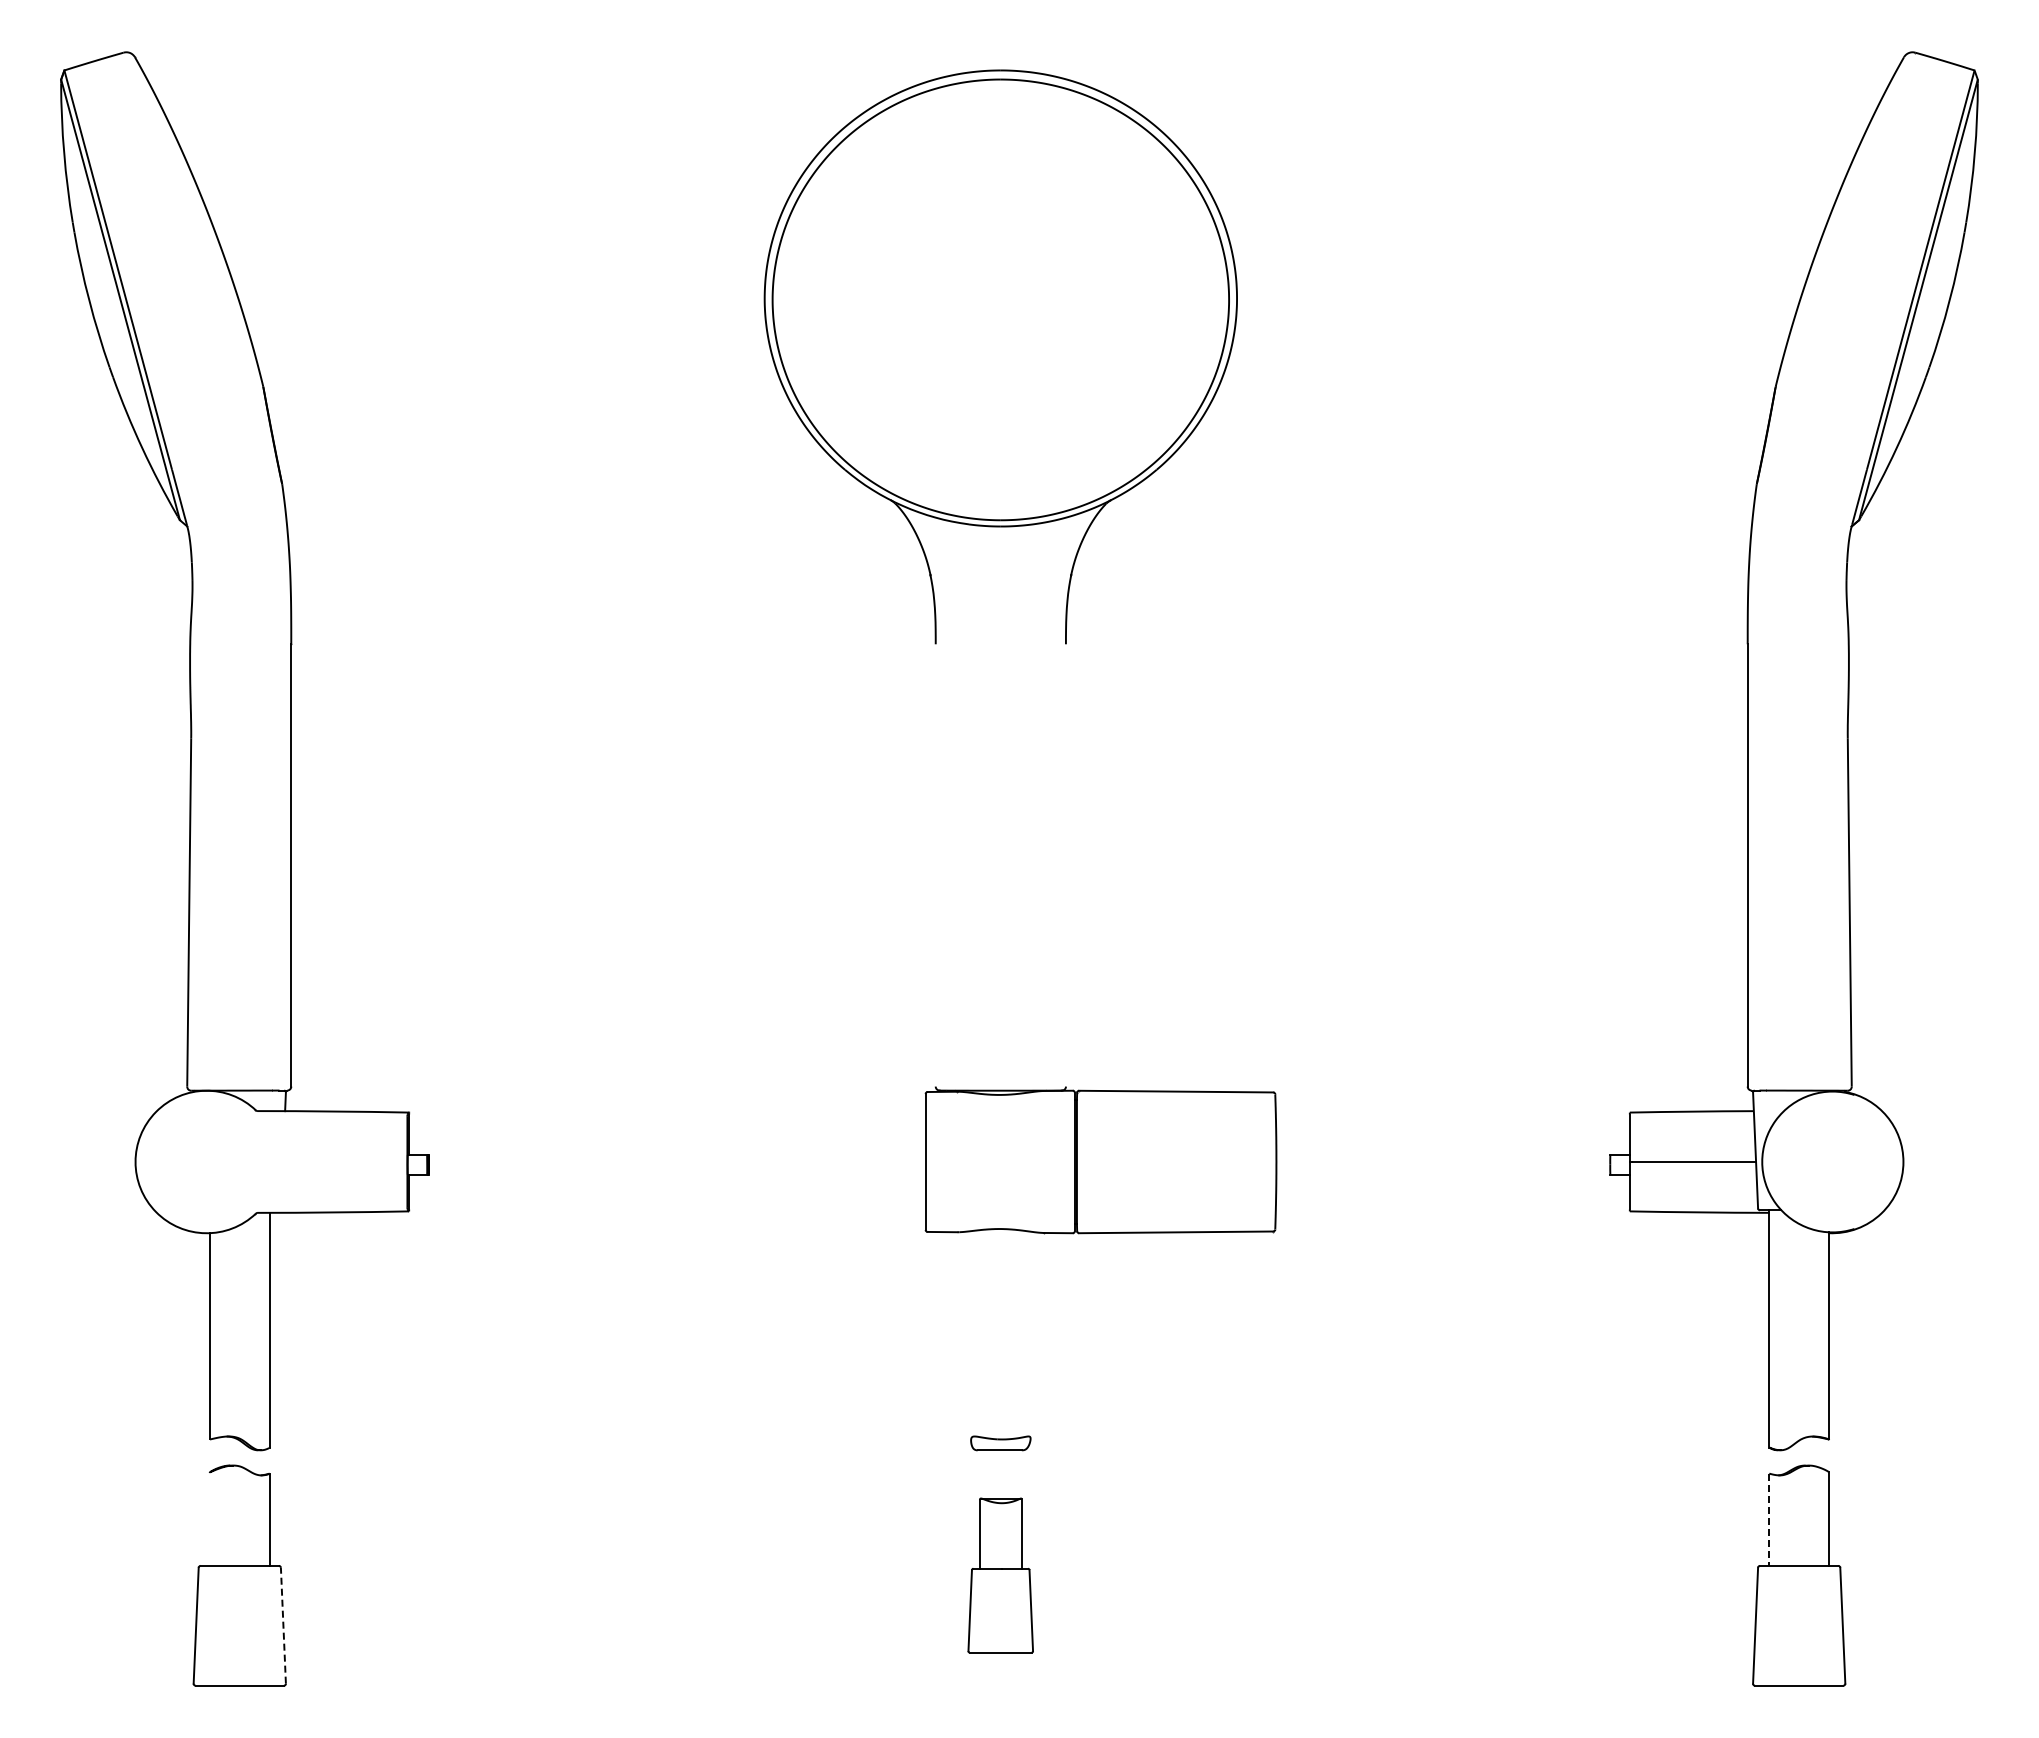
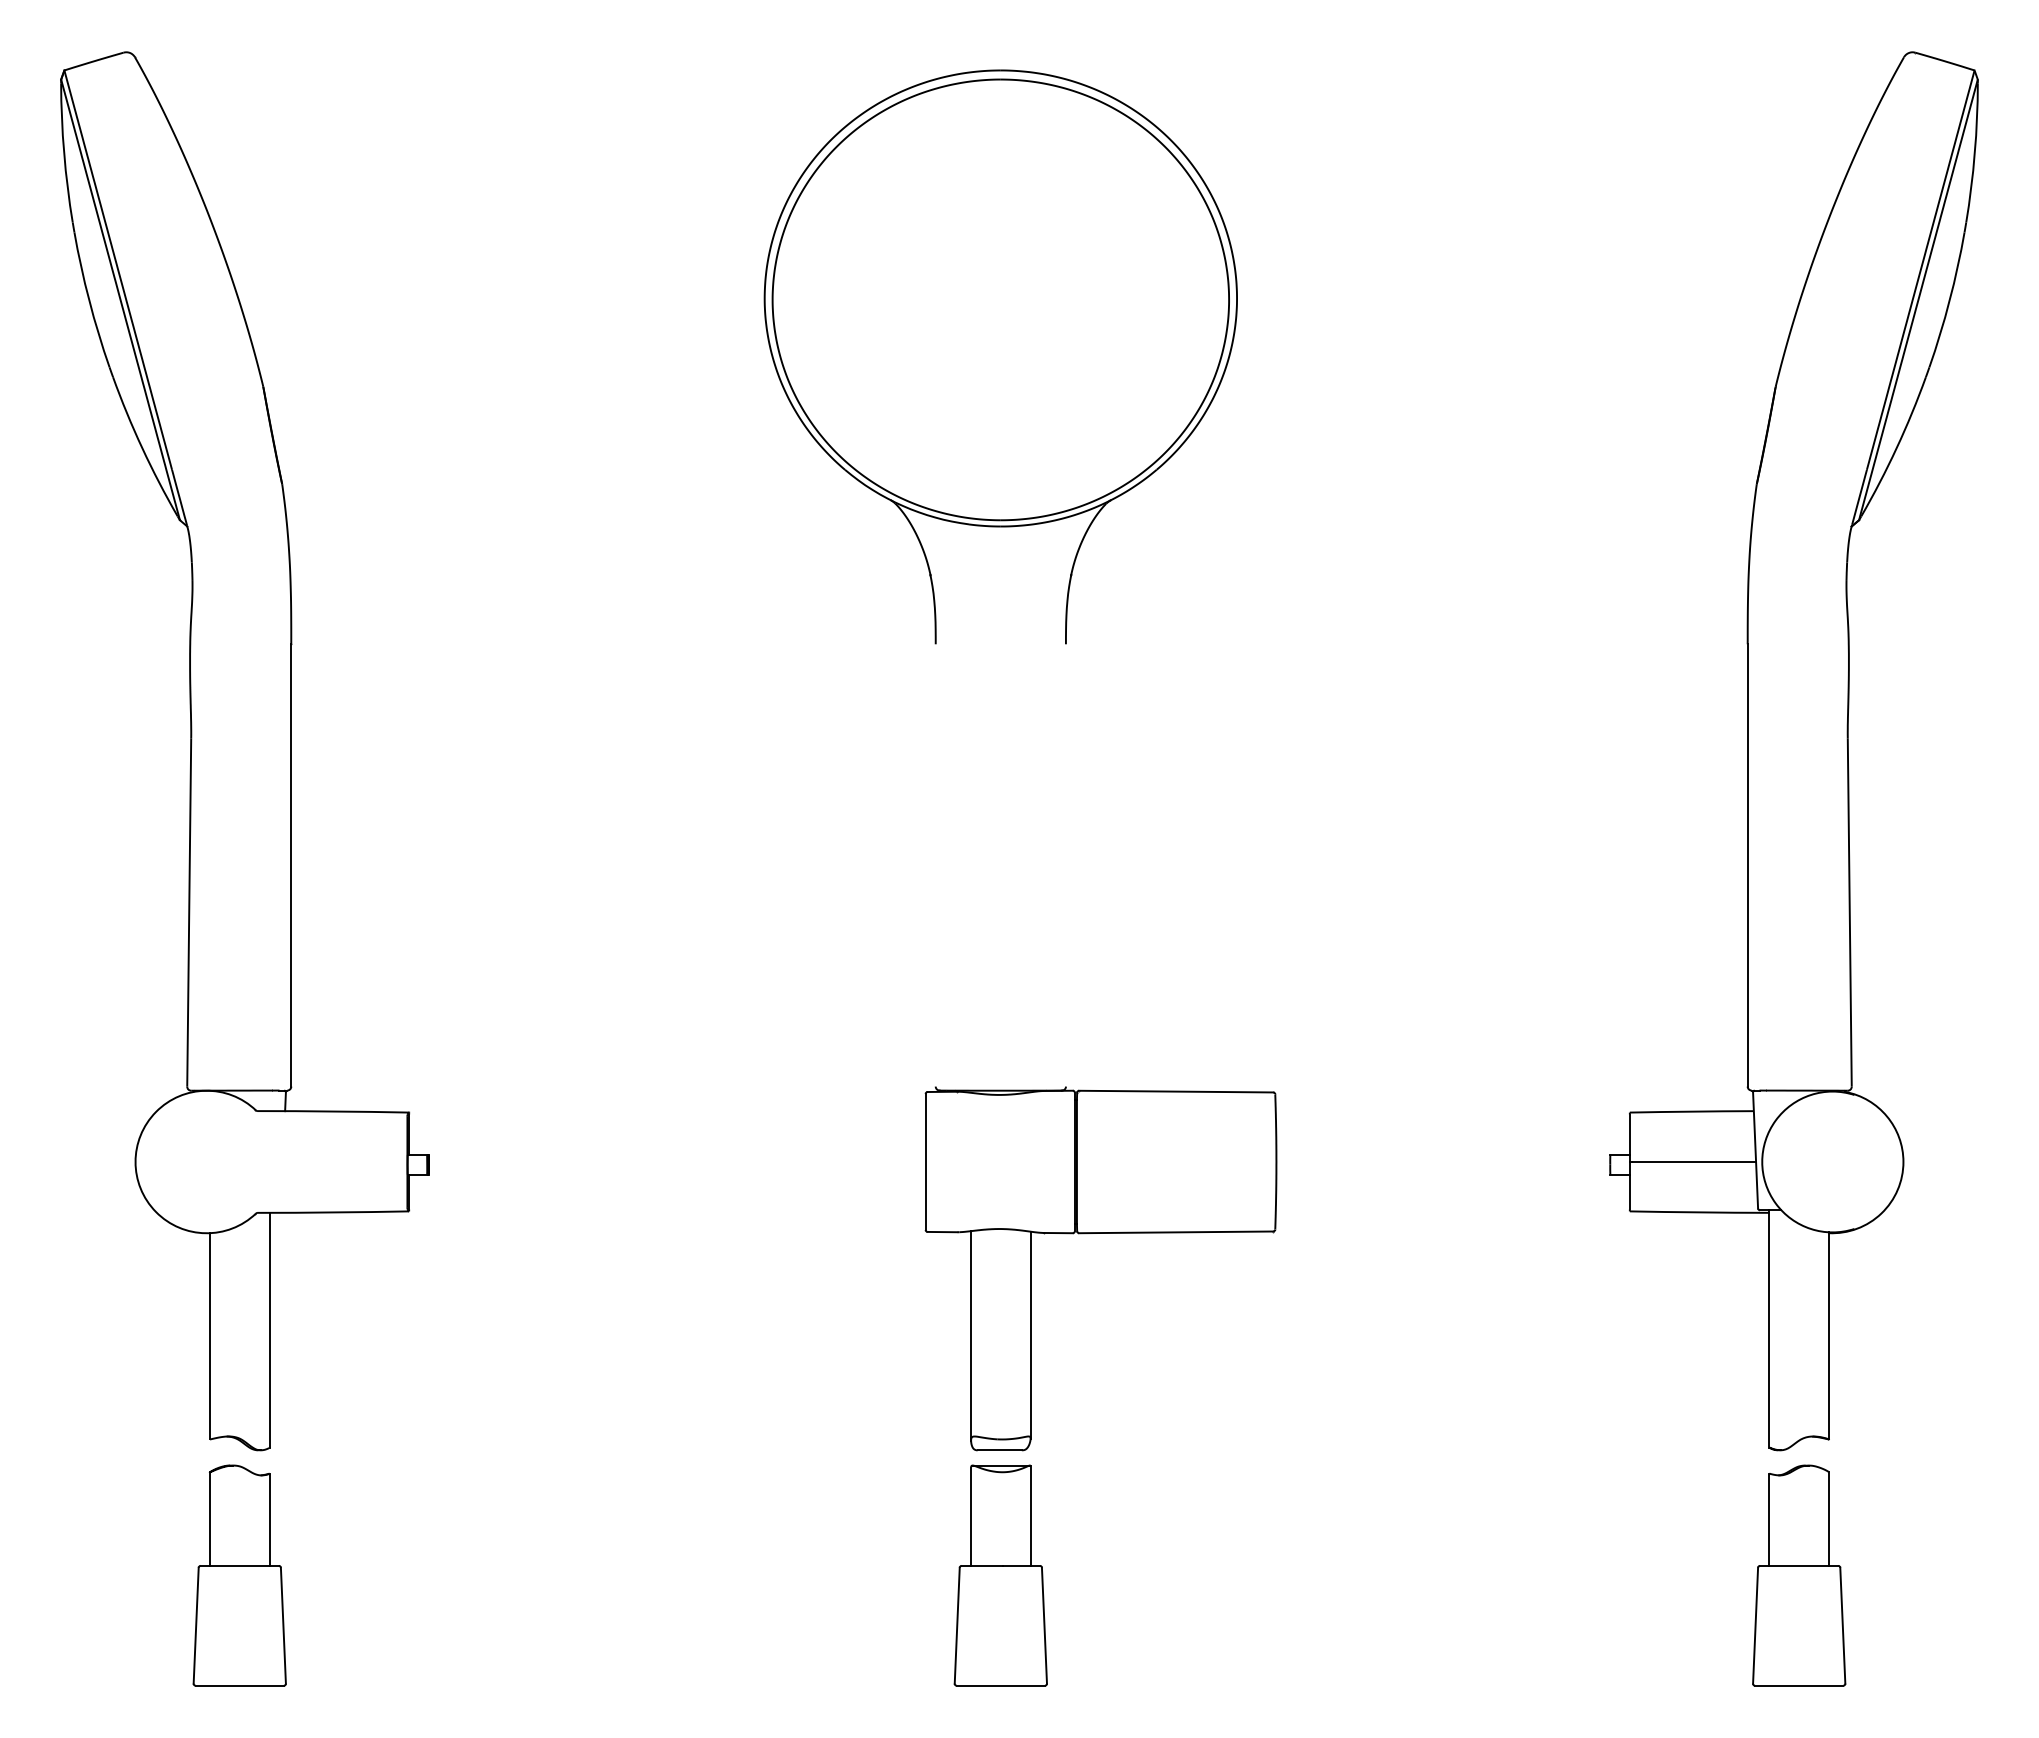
line at (1030, 1334): none -> present
line at (971, 1335): none -> present
line at (210, 1518): none -> present
line at (1769, 1520): dashed -> solid
part at (1000, 1575) size: 67x157 px -> 95x223 px
line at (283, 1625): dashed -> solid
